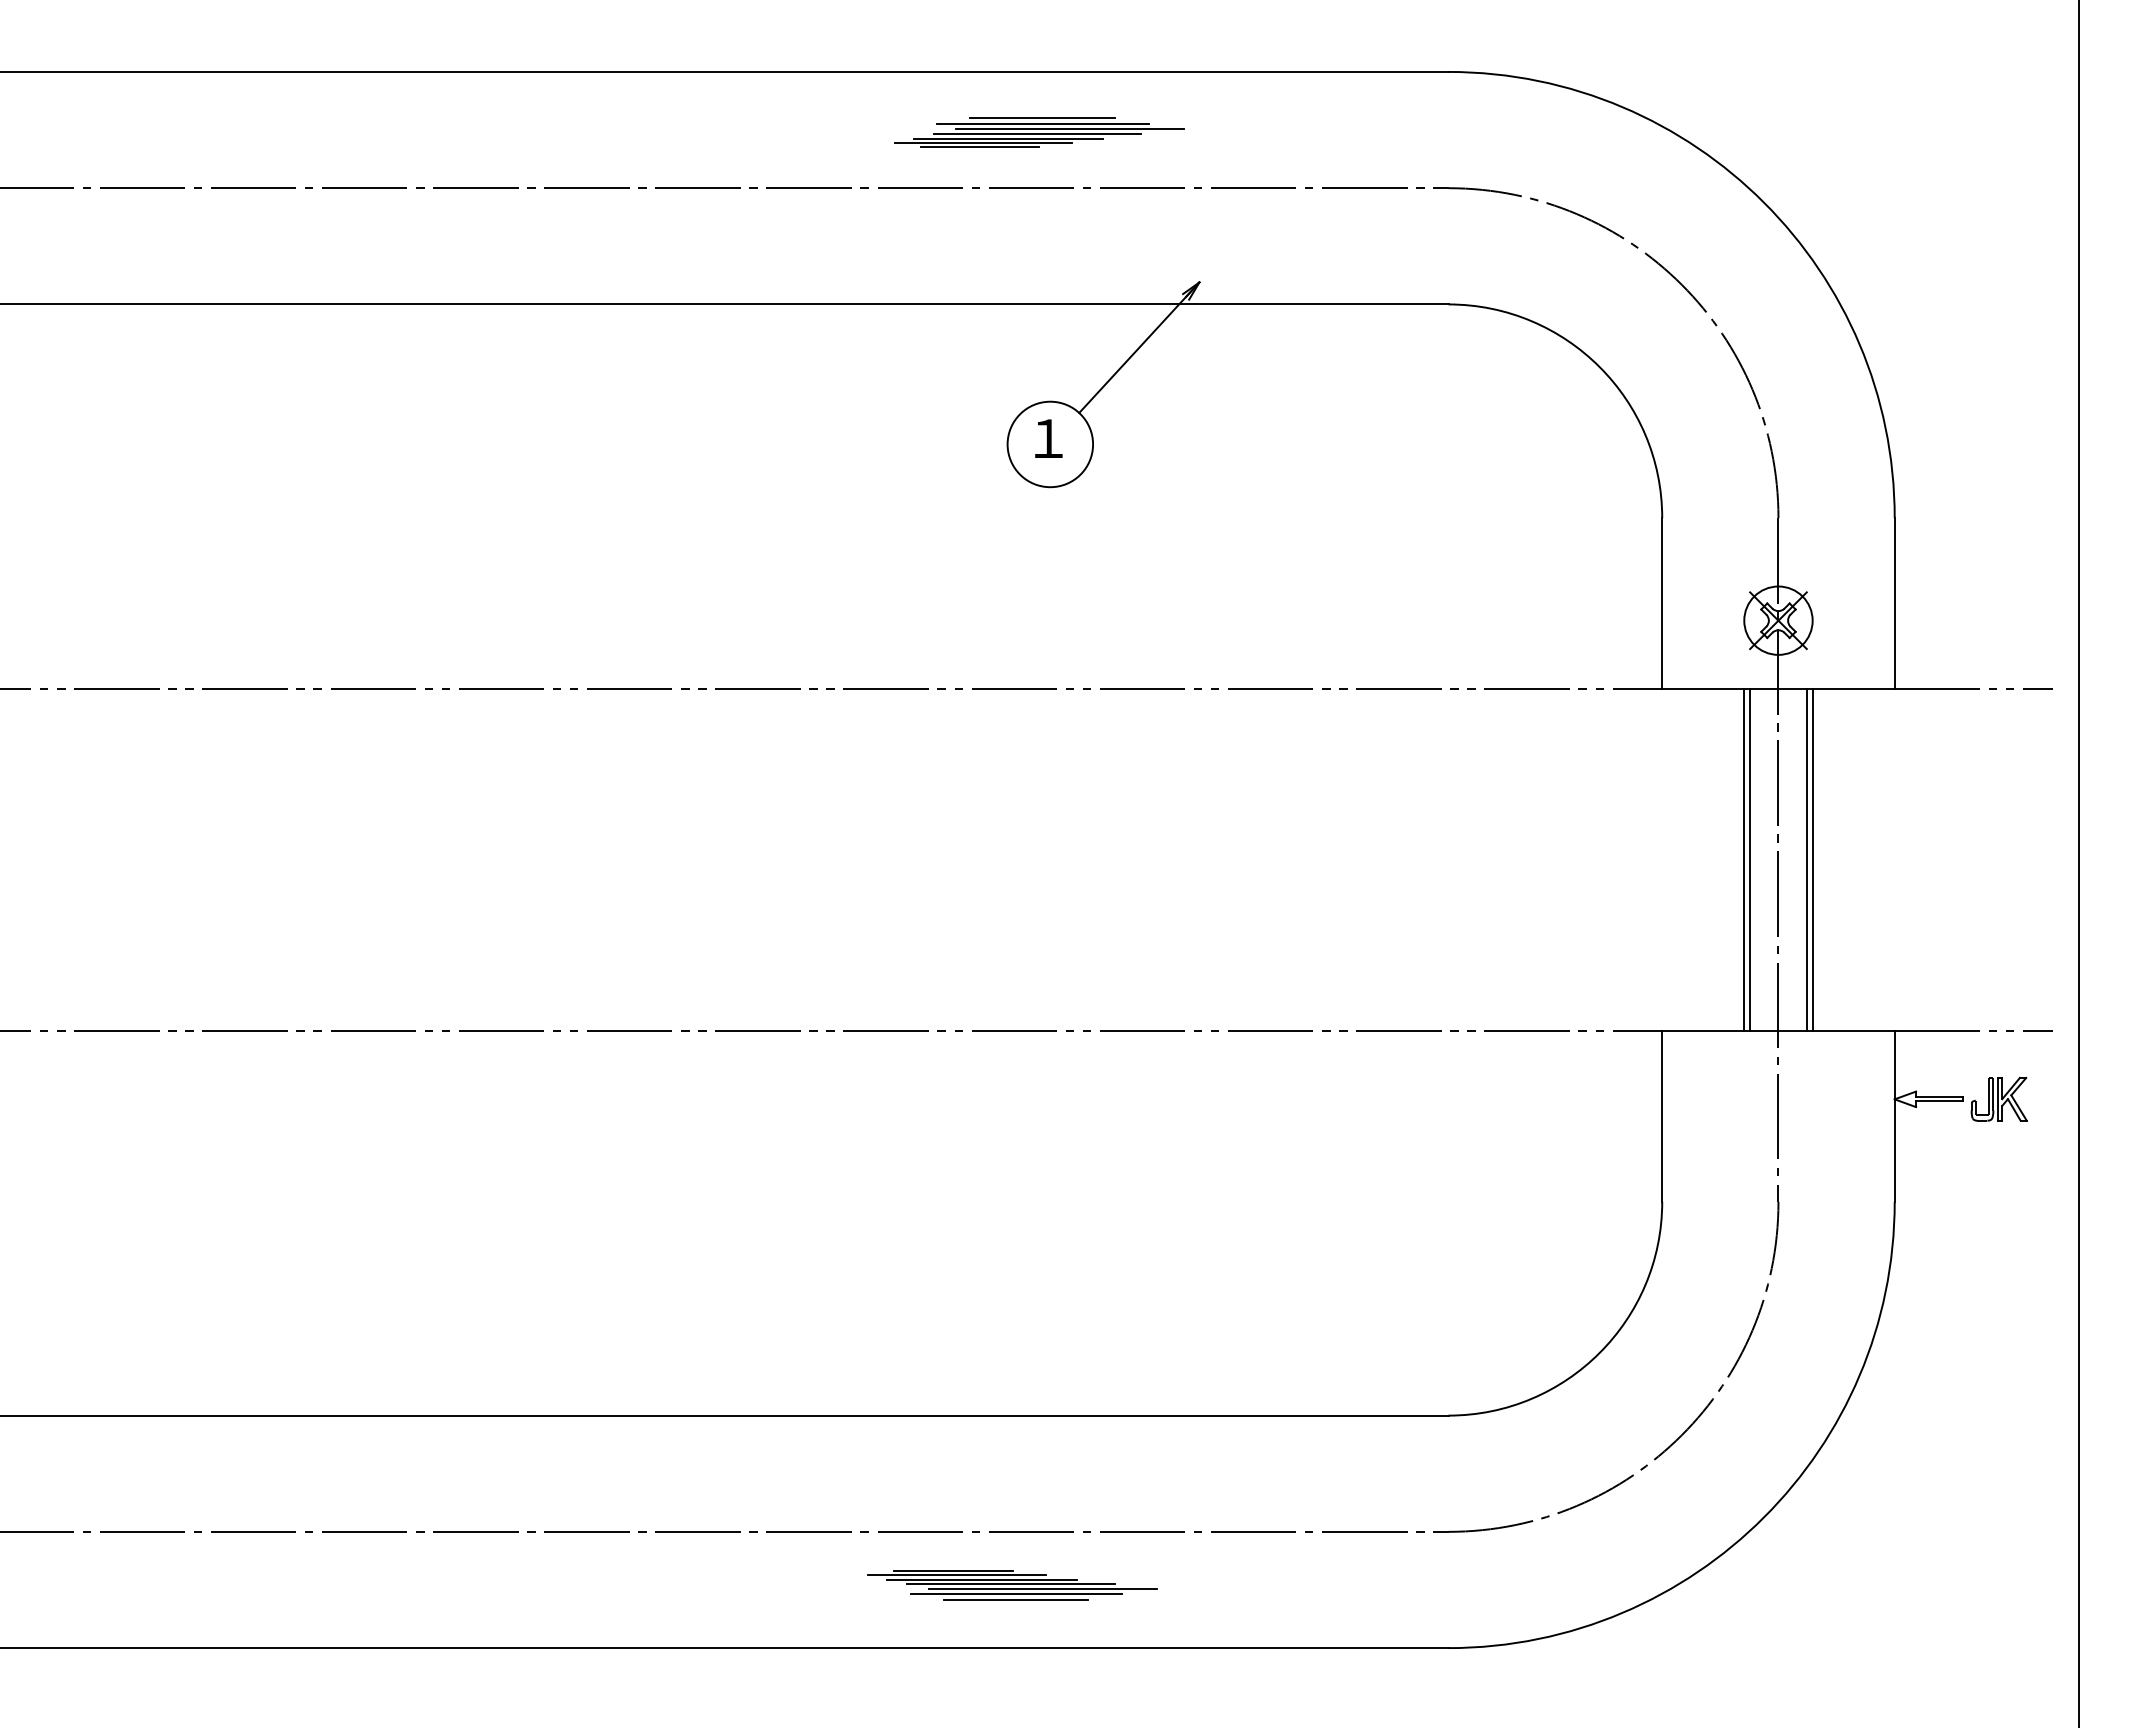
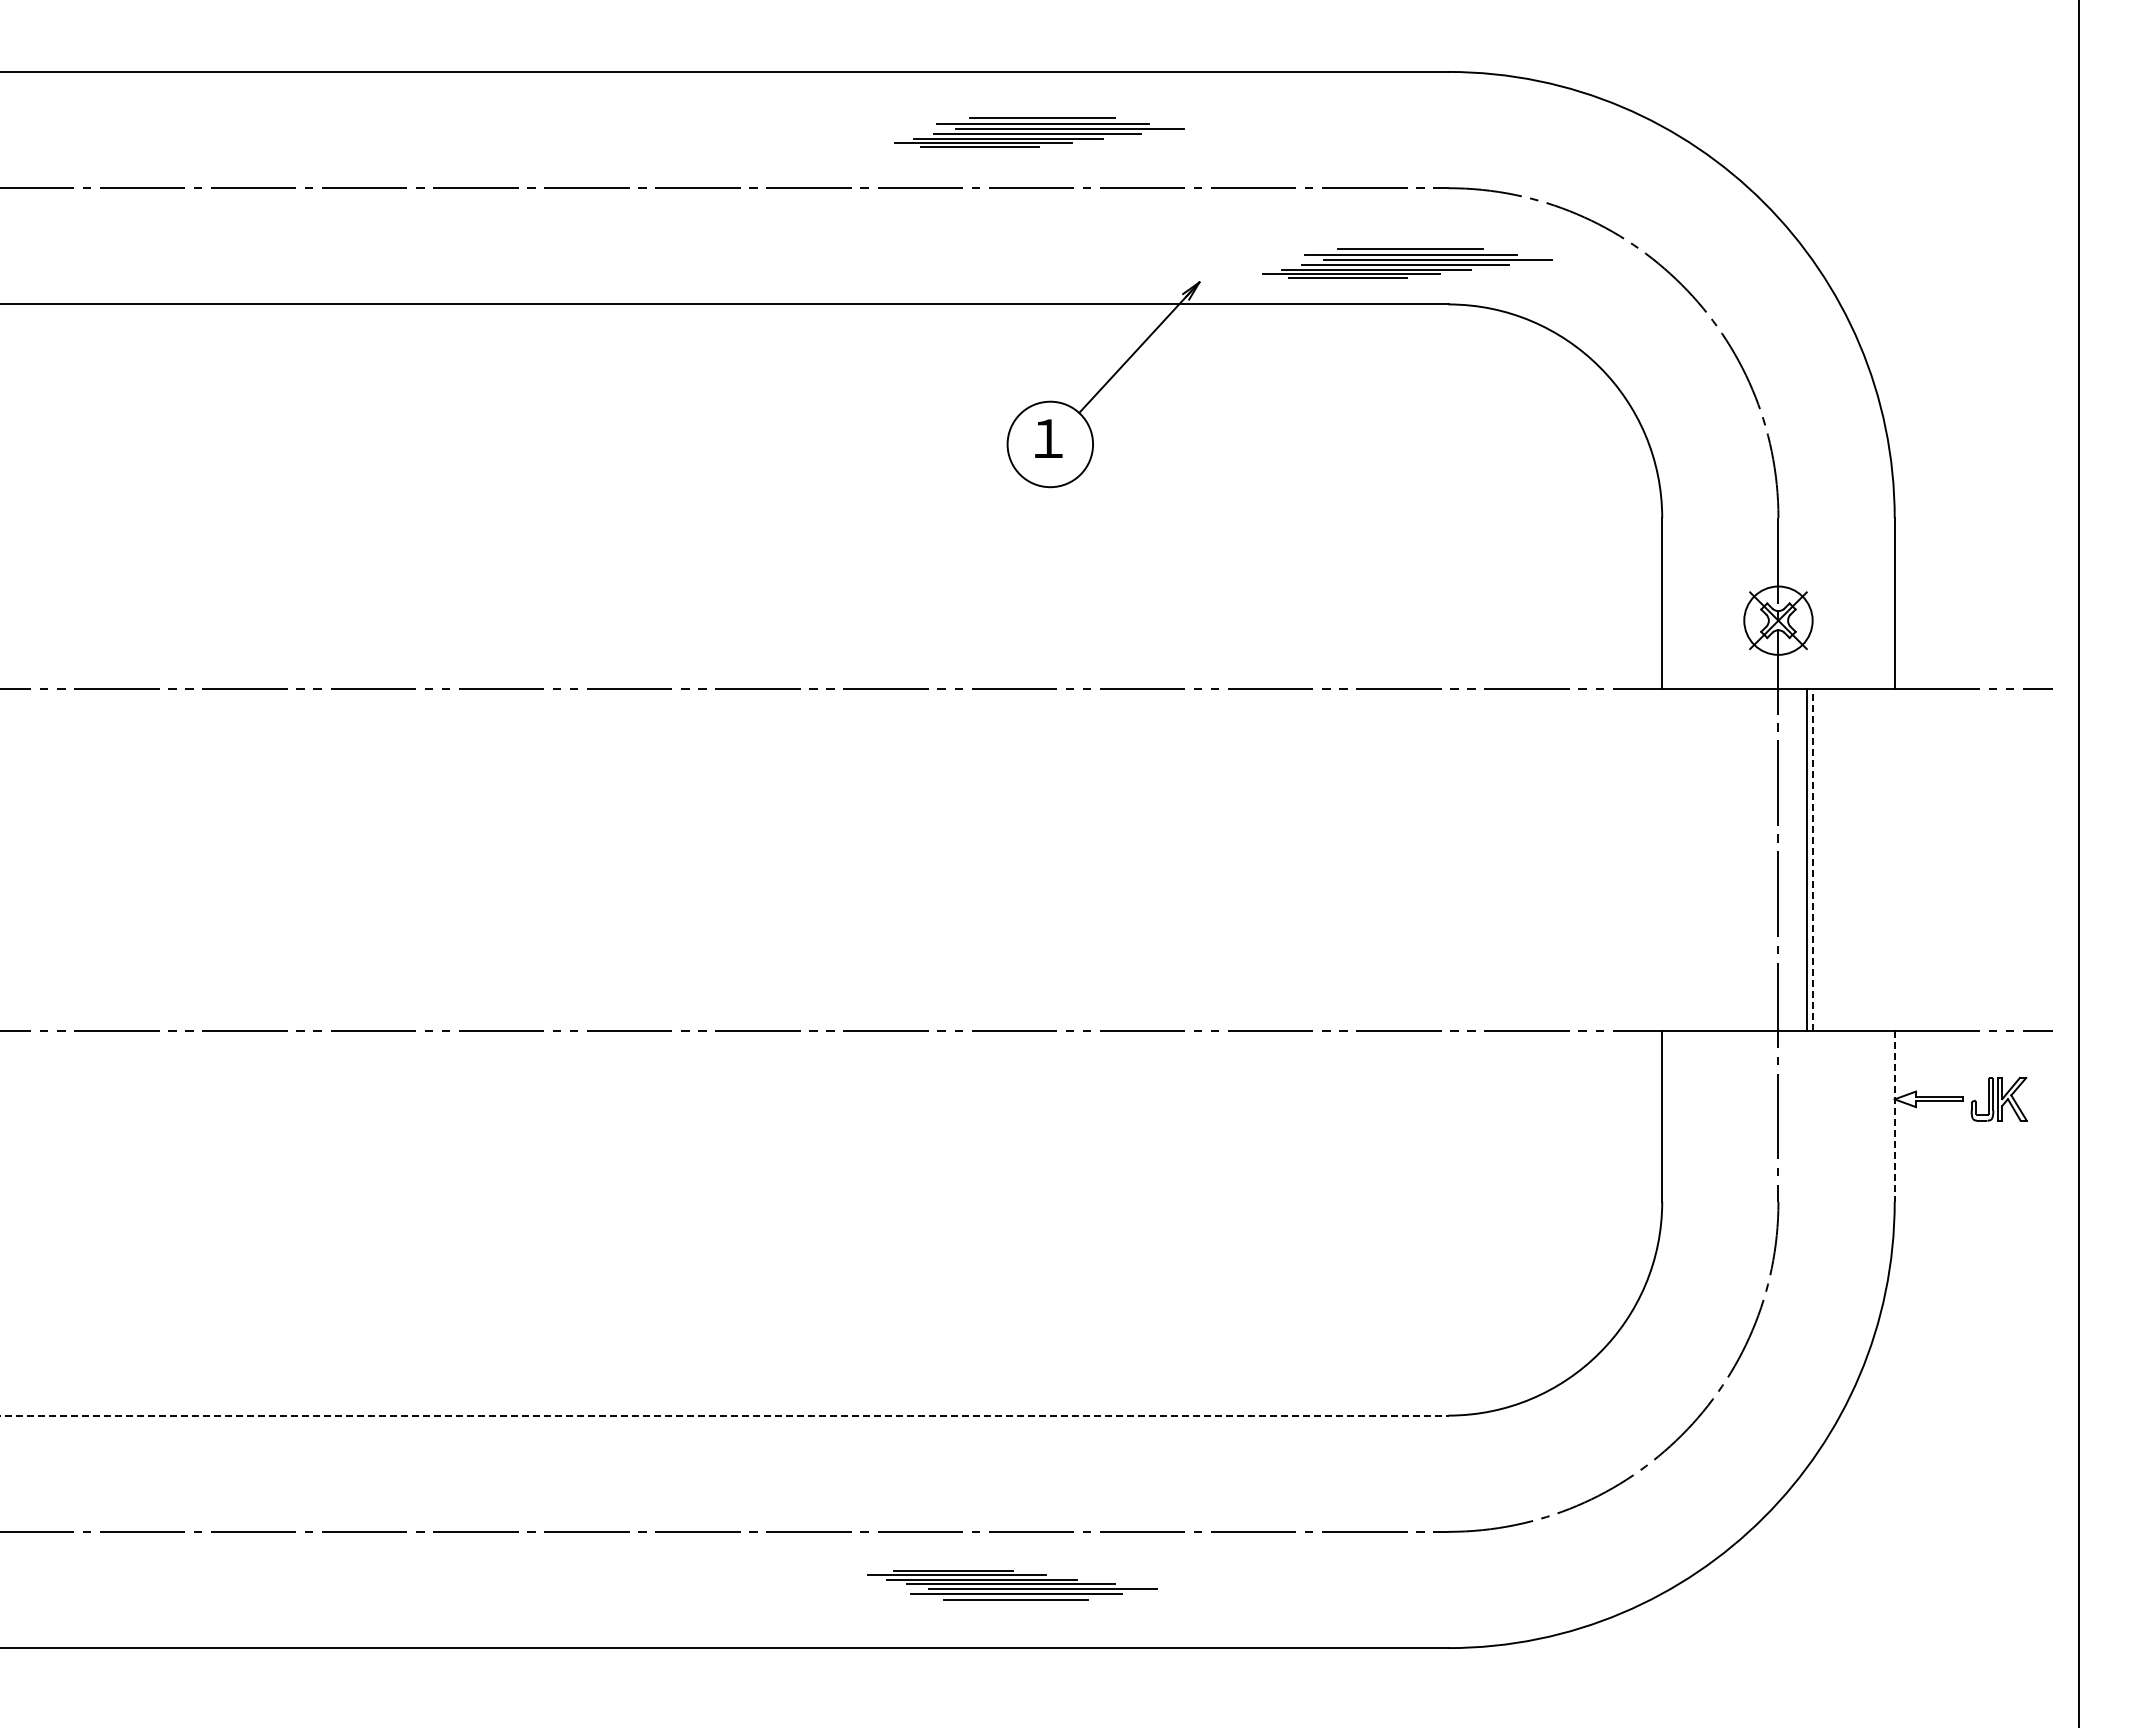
part at (1407, 263): none -> present
line at (1744, 859): present -> none
line at (1749, 859): present -> none
line at (1812, 860): solid -> dashed
line at (1894, 1116): solid -> dashed
line at (724, 1415): solid -> dashed
